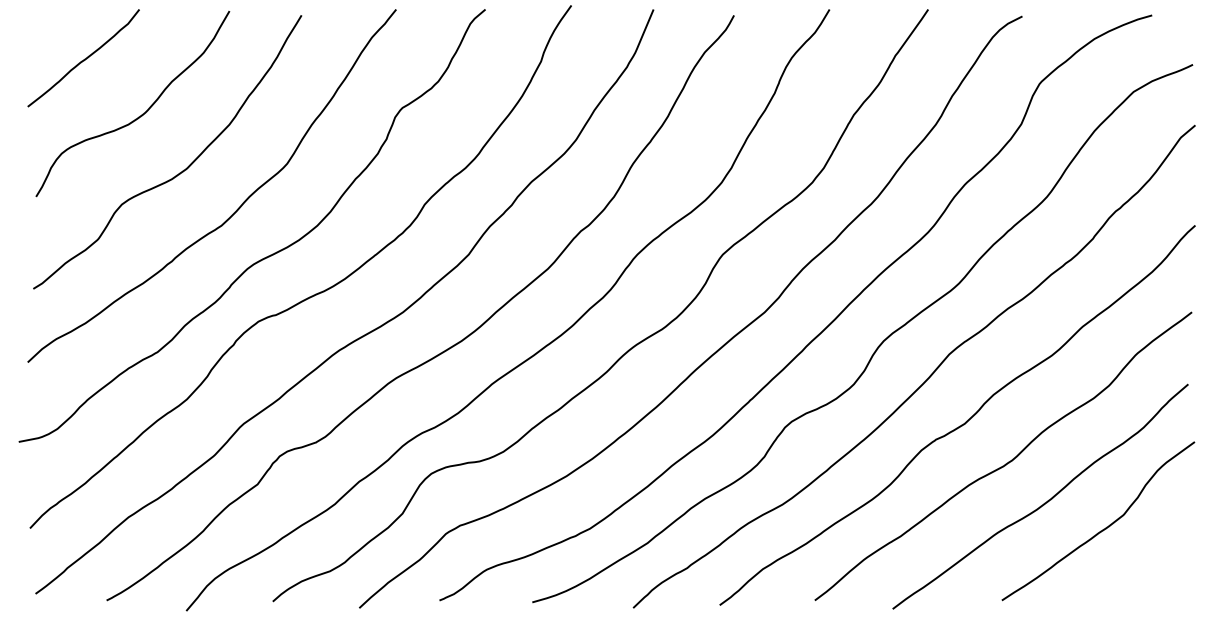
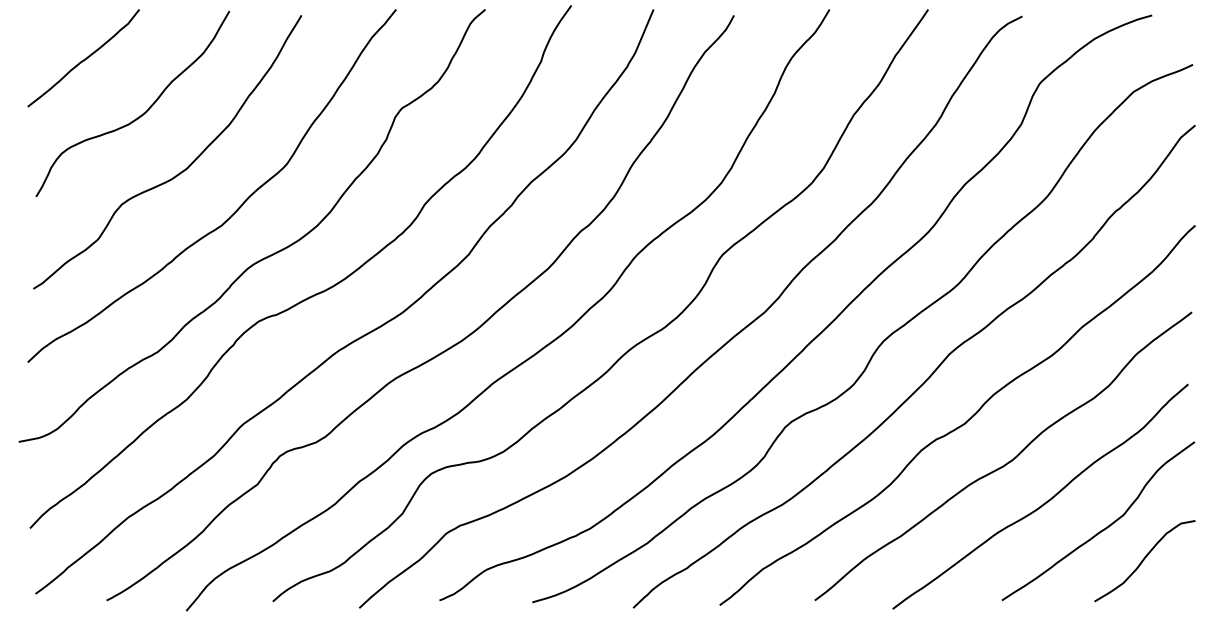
curve at (1144, 560): none -> present
